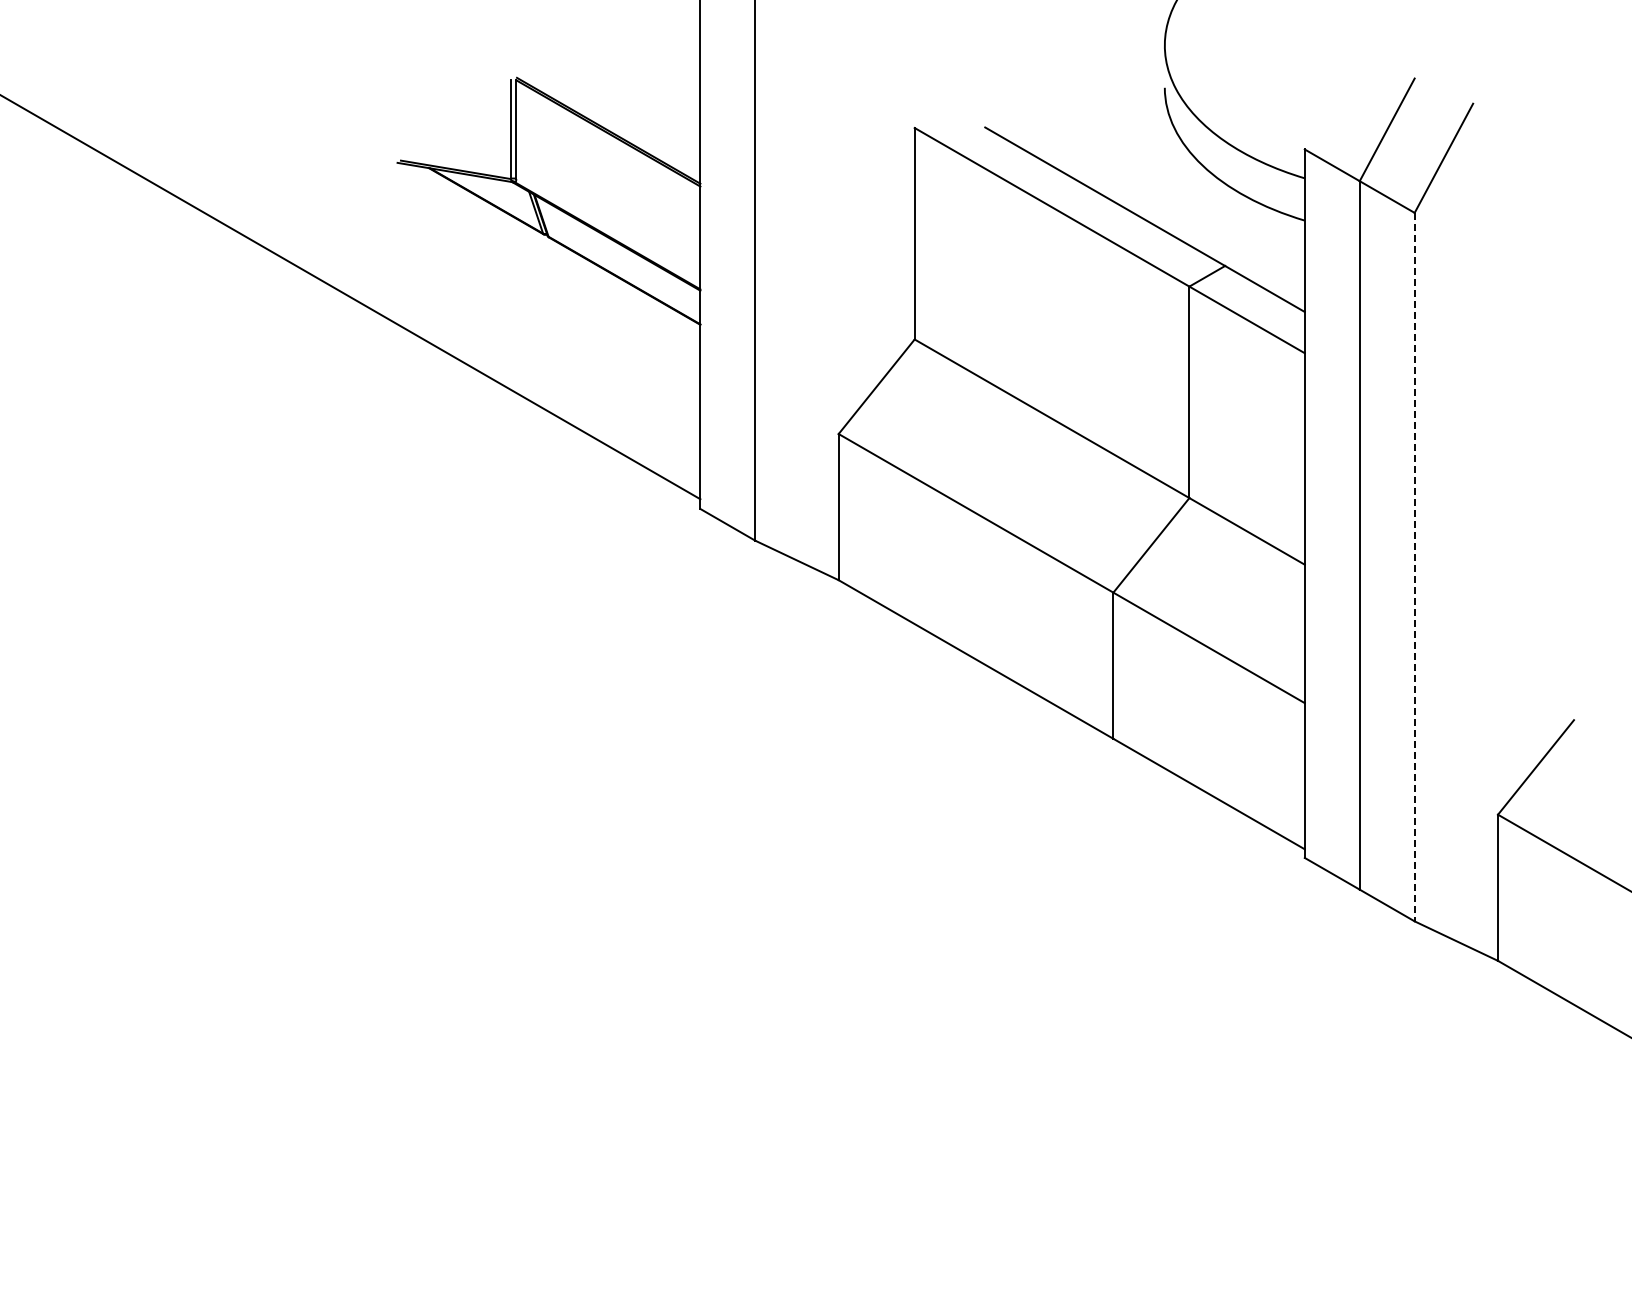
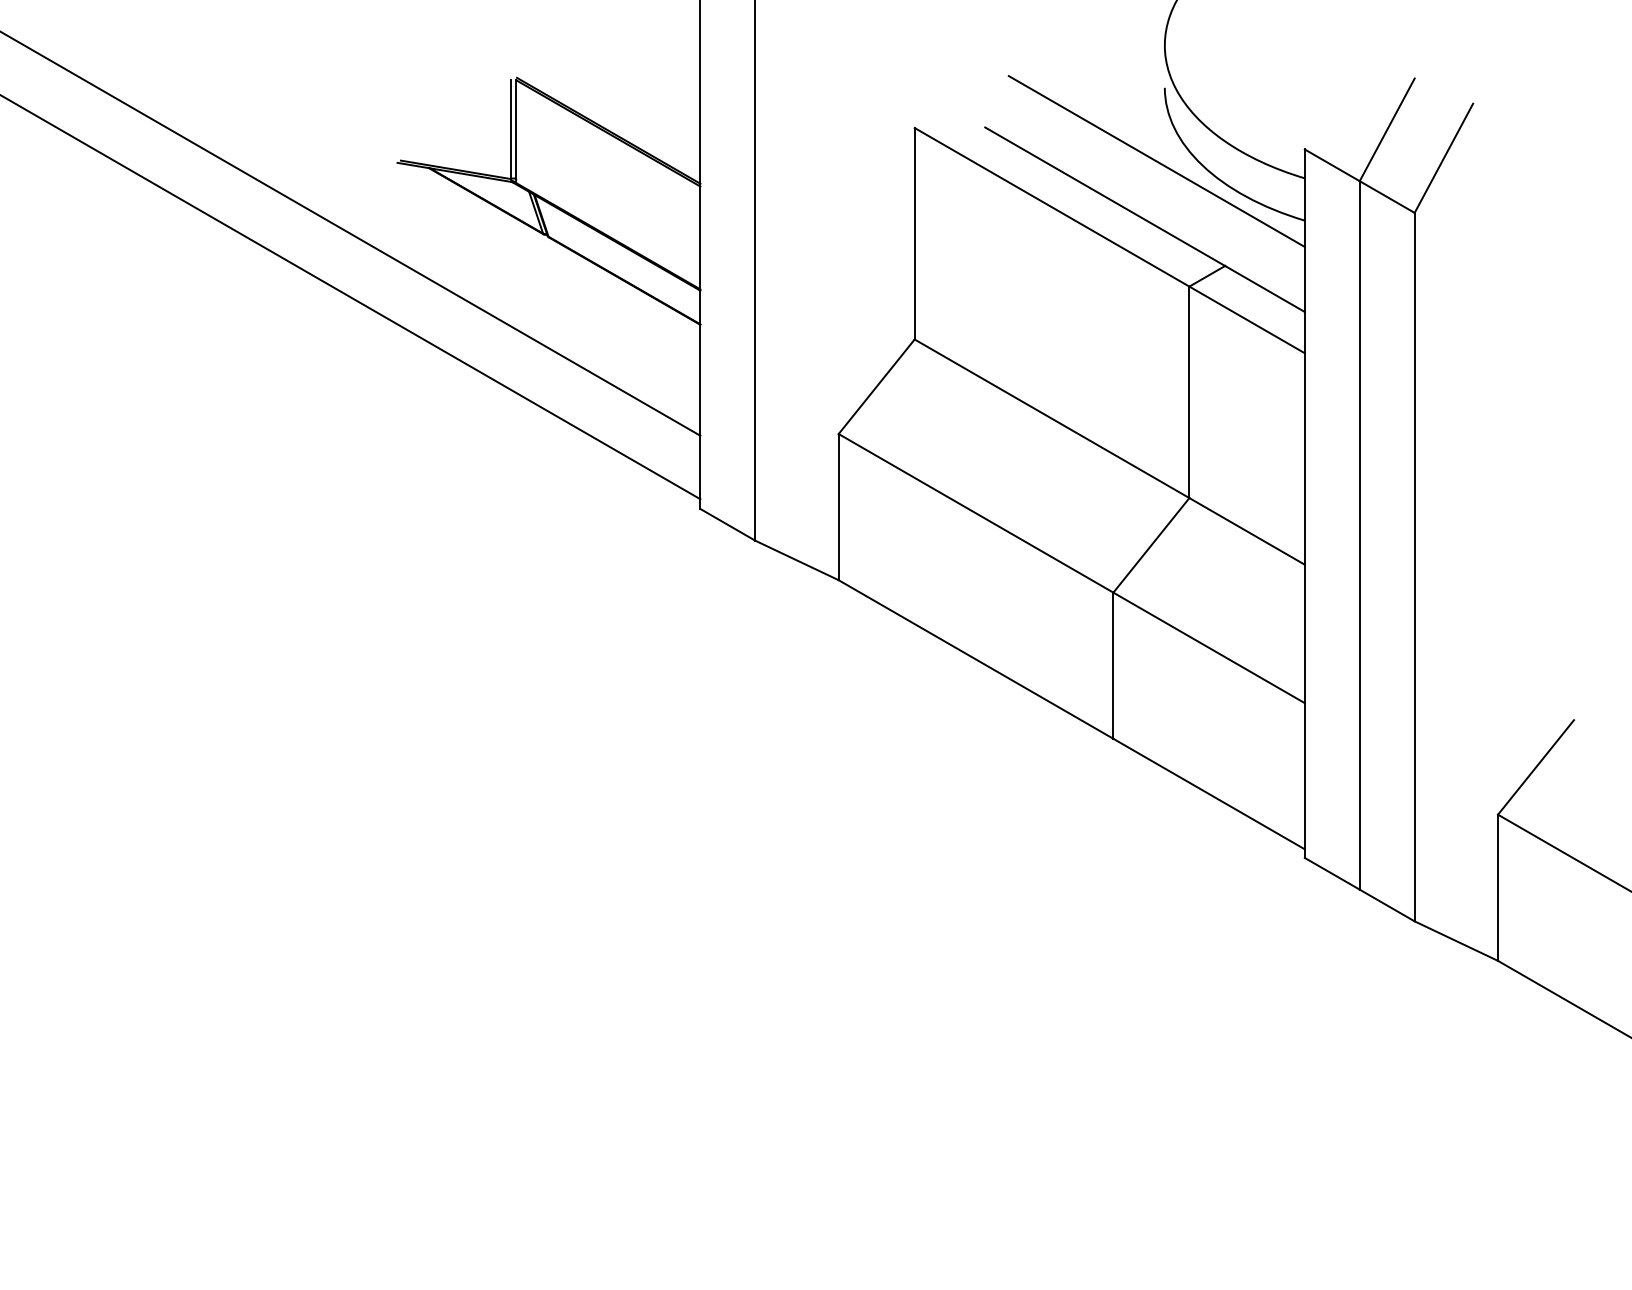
line at (1156, 161): none -> present
line at (351, 233): none -> present
line at (1414, 567): dashed -> solid
